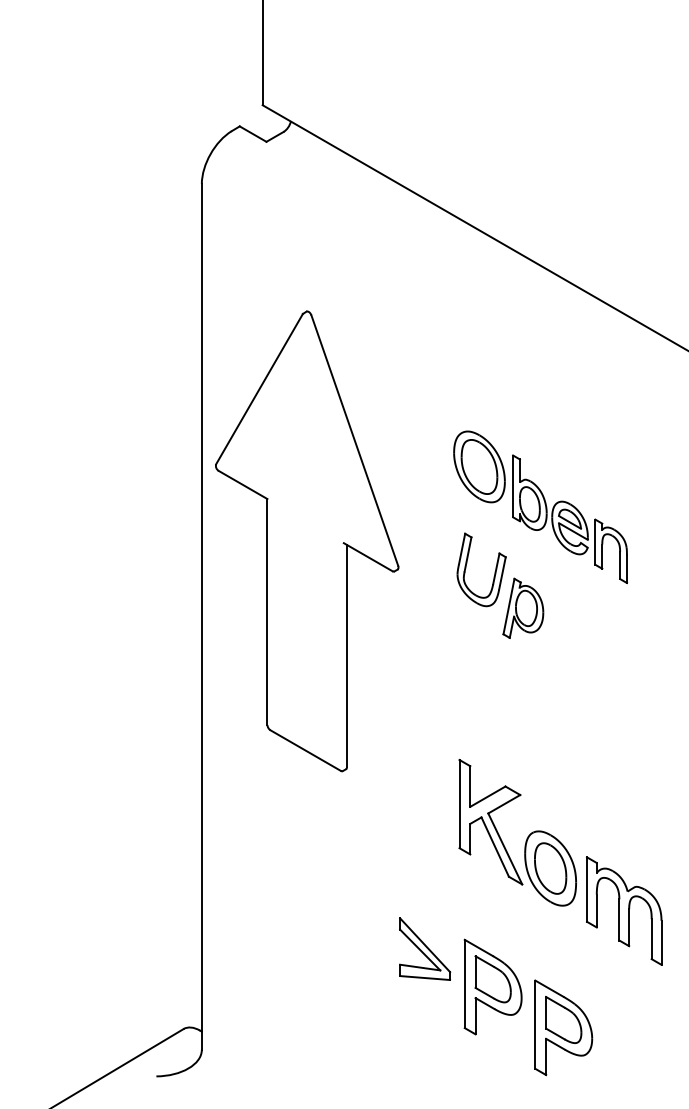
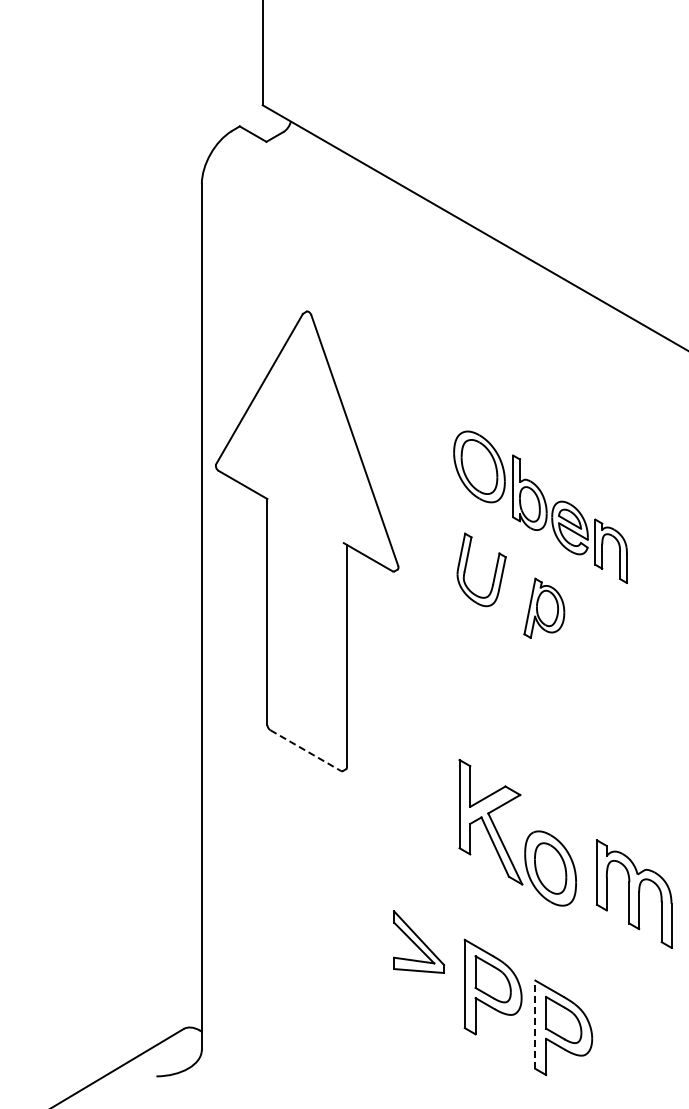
part at (523, 607) position: (523, 607) -> (544, 607)
line at (305, 750): solid -> dashed
part at (624, 910) position: (624, 910) -> (634, 893)
part at (425, 948) position: (425, 948) -> (419, 941)
line at (535, 1024): solid -> dashed
